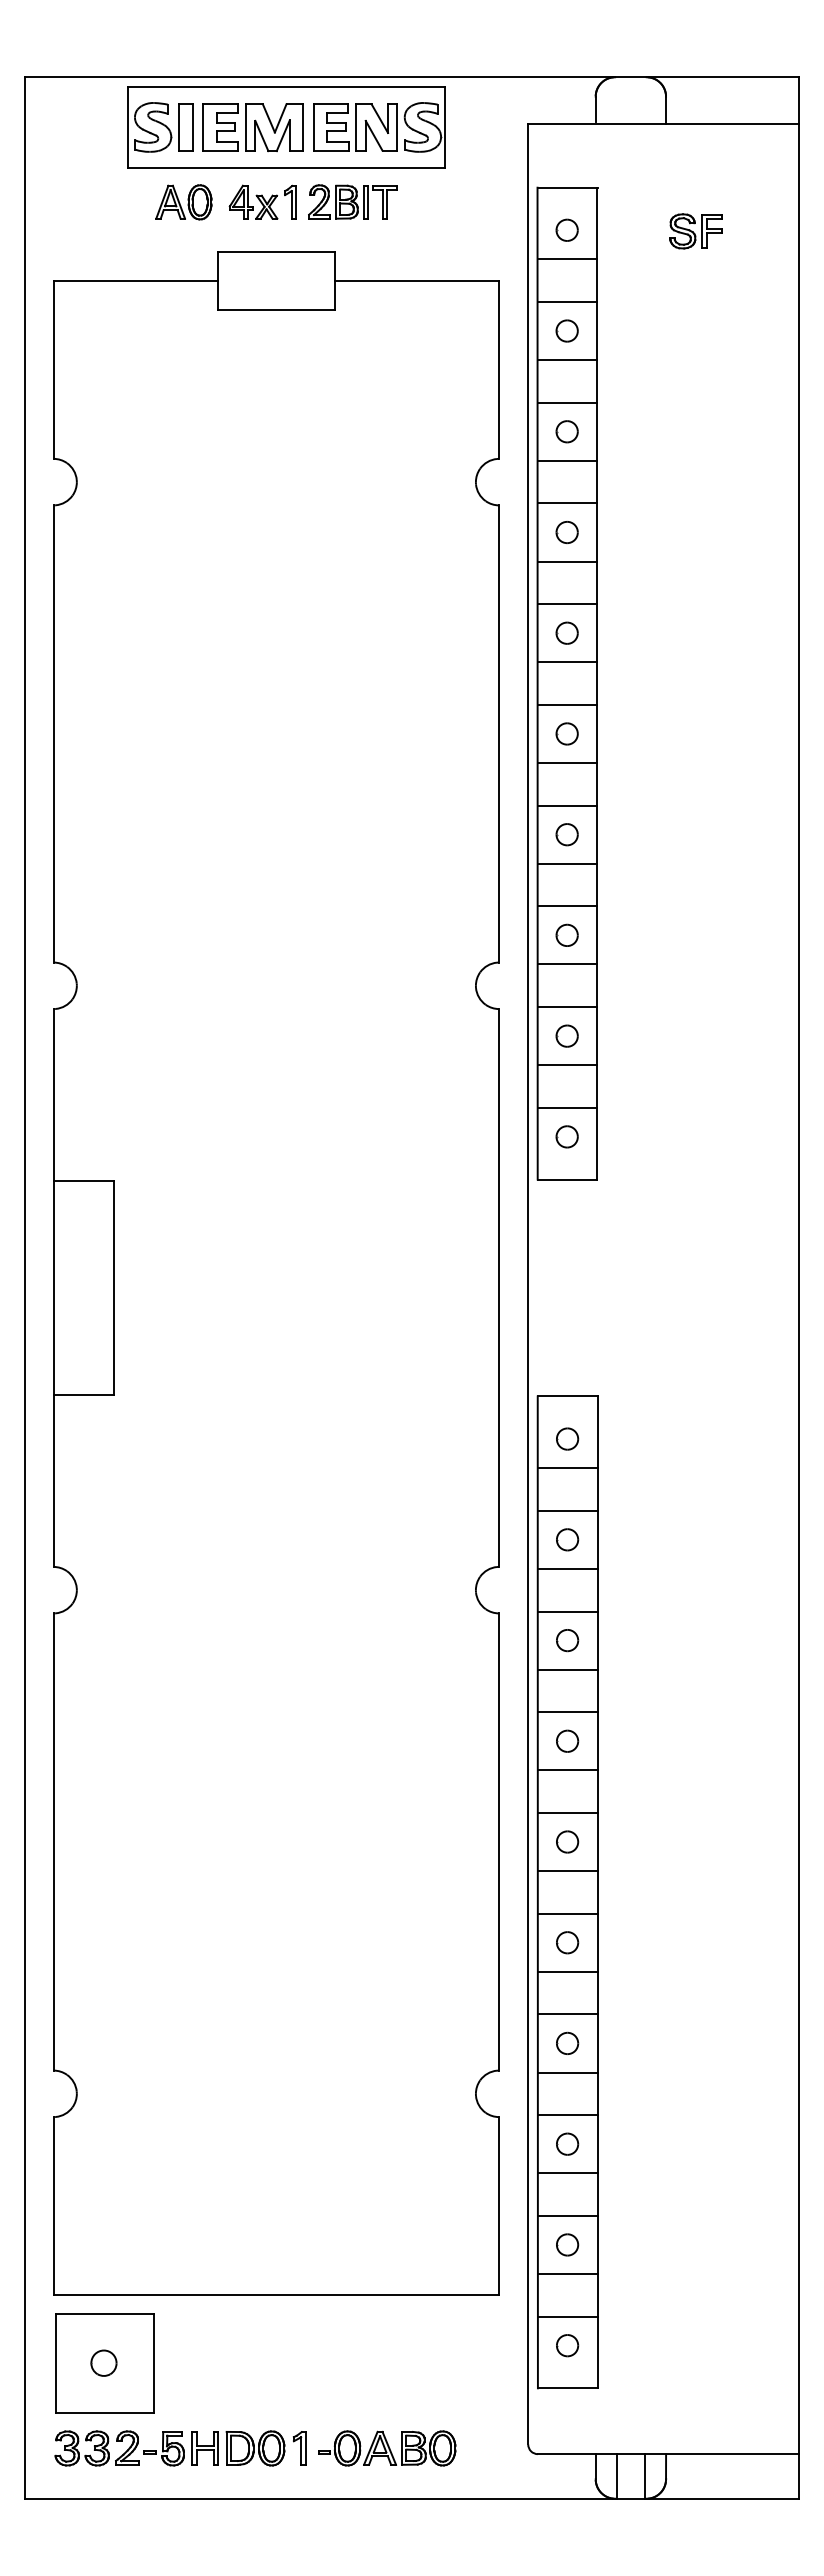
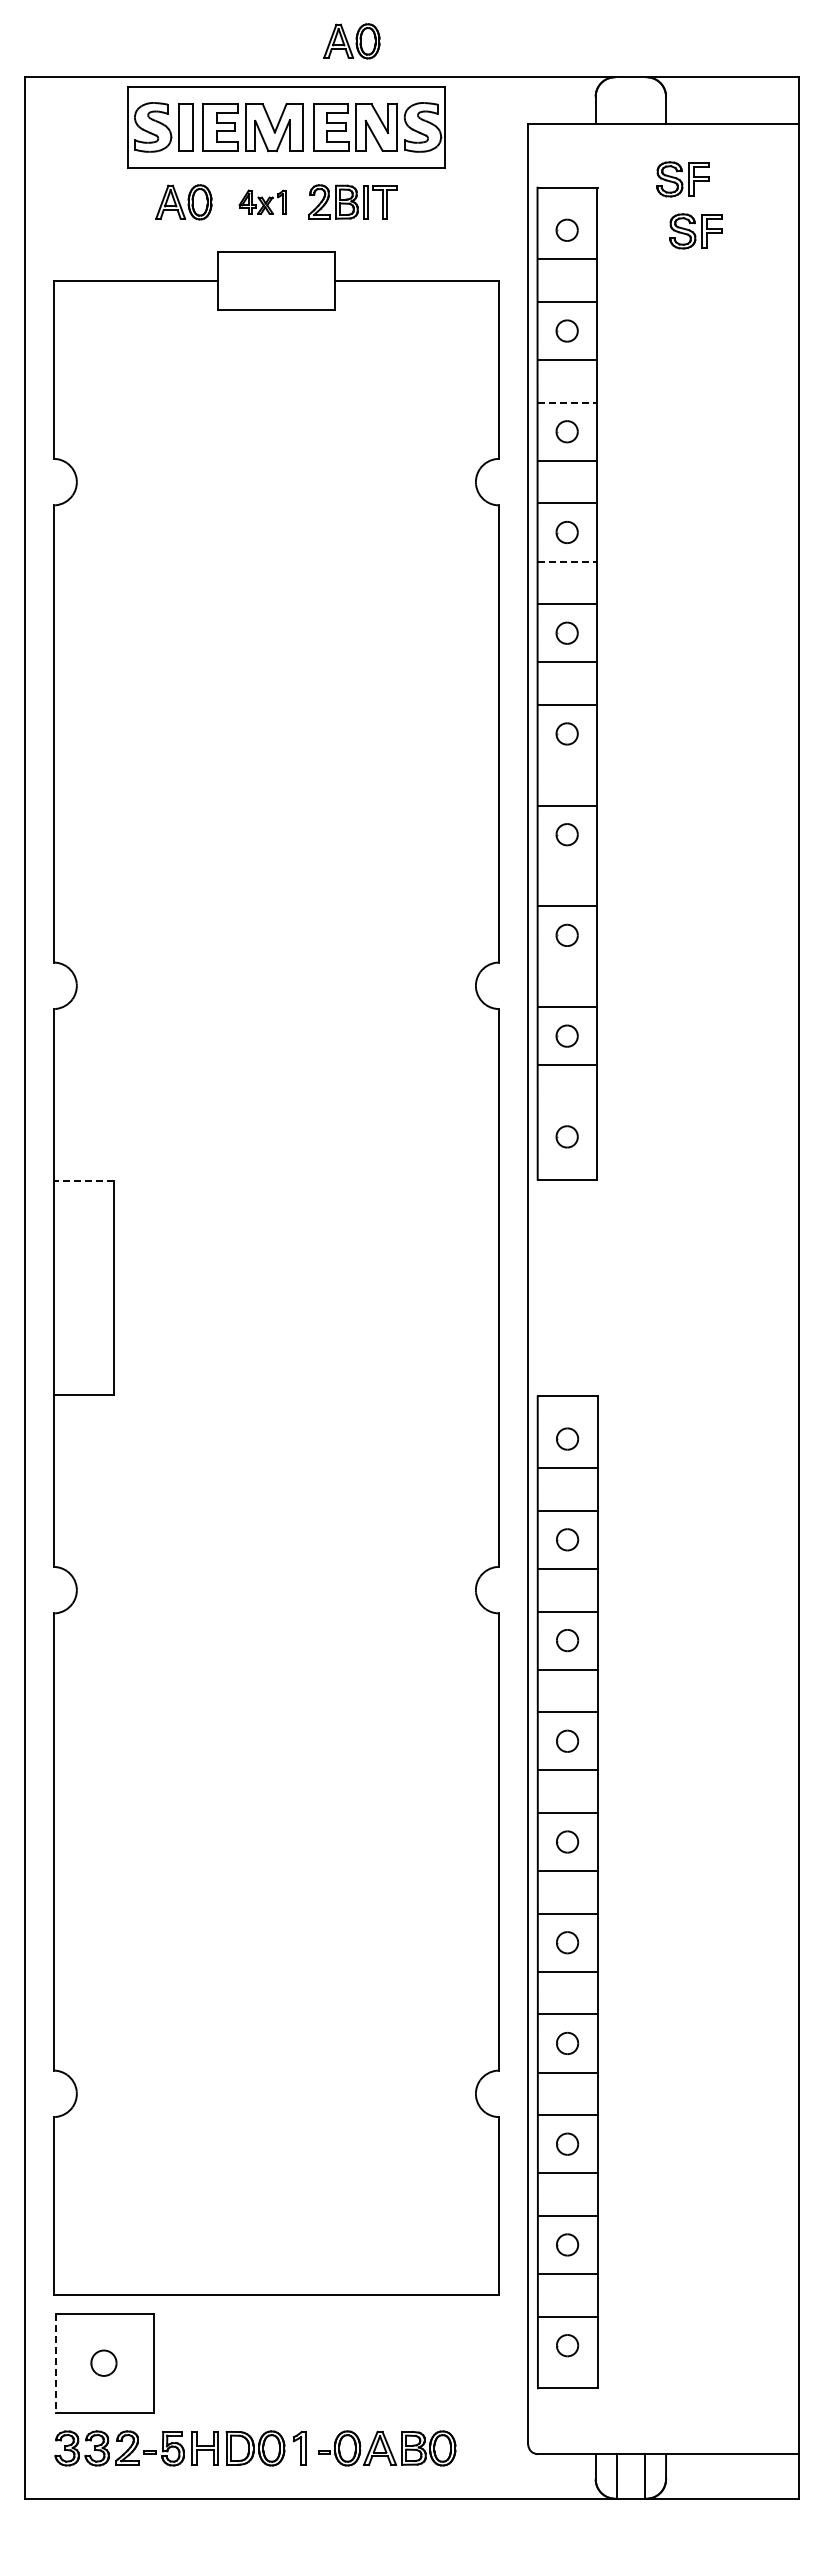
part at (351, 41): none -> present
part at (682, 179): none -> present
part at (262, 201) size: 69x36 px -> 49x26 px
line at (567, 402): solid -> dashed
line at (567, 561): solid -> dashed
line at (567, 763): present -> none
line at (567, 863): present -> none
line at (567, 964): present -> none
line at (567, 1107): present -> none
line at (83, 1181): solid -> dashed
line at (55, 2363): solid -> dashed
